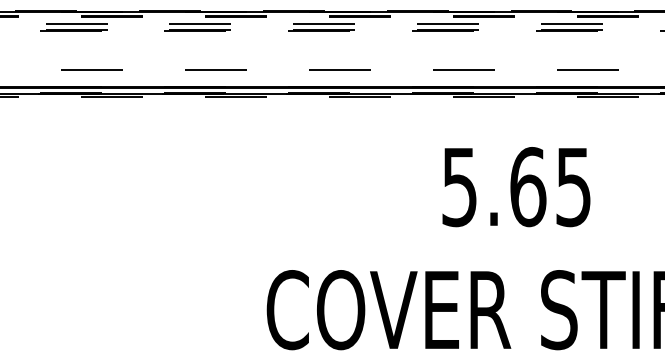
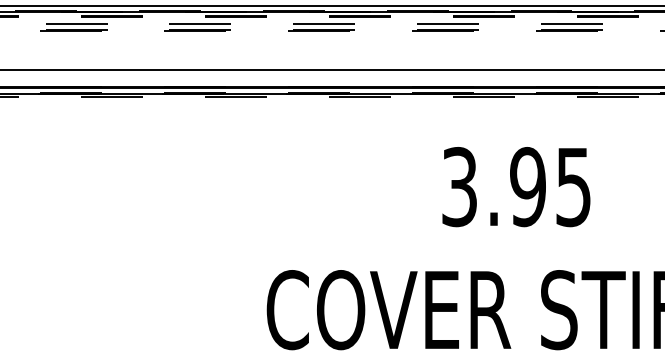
line at (331, 5): none -> present
line at (332, 70): dashed -> solid
text at (494, 187): 5.65 -> 3.95
